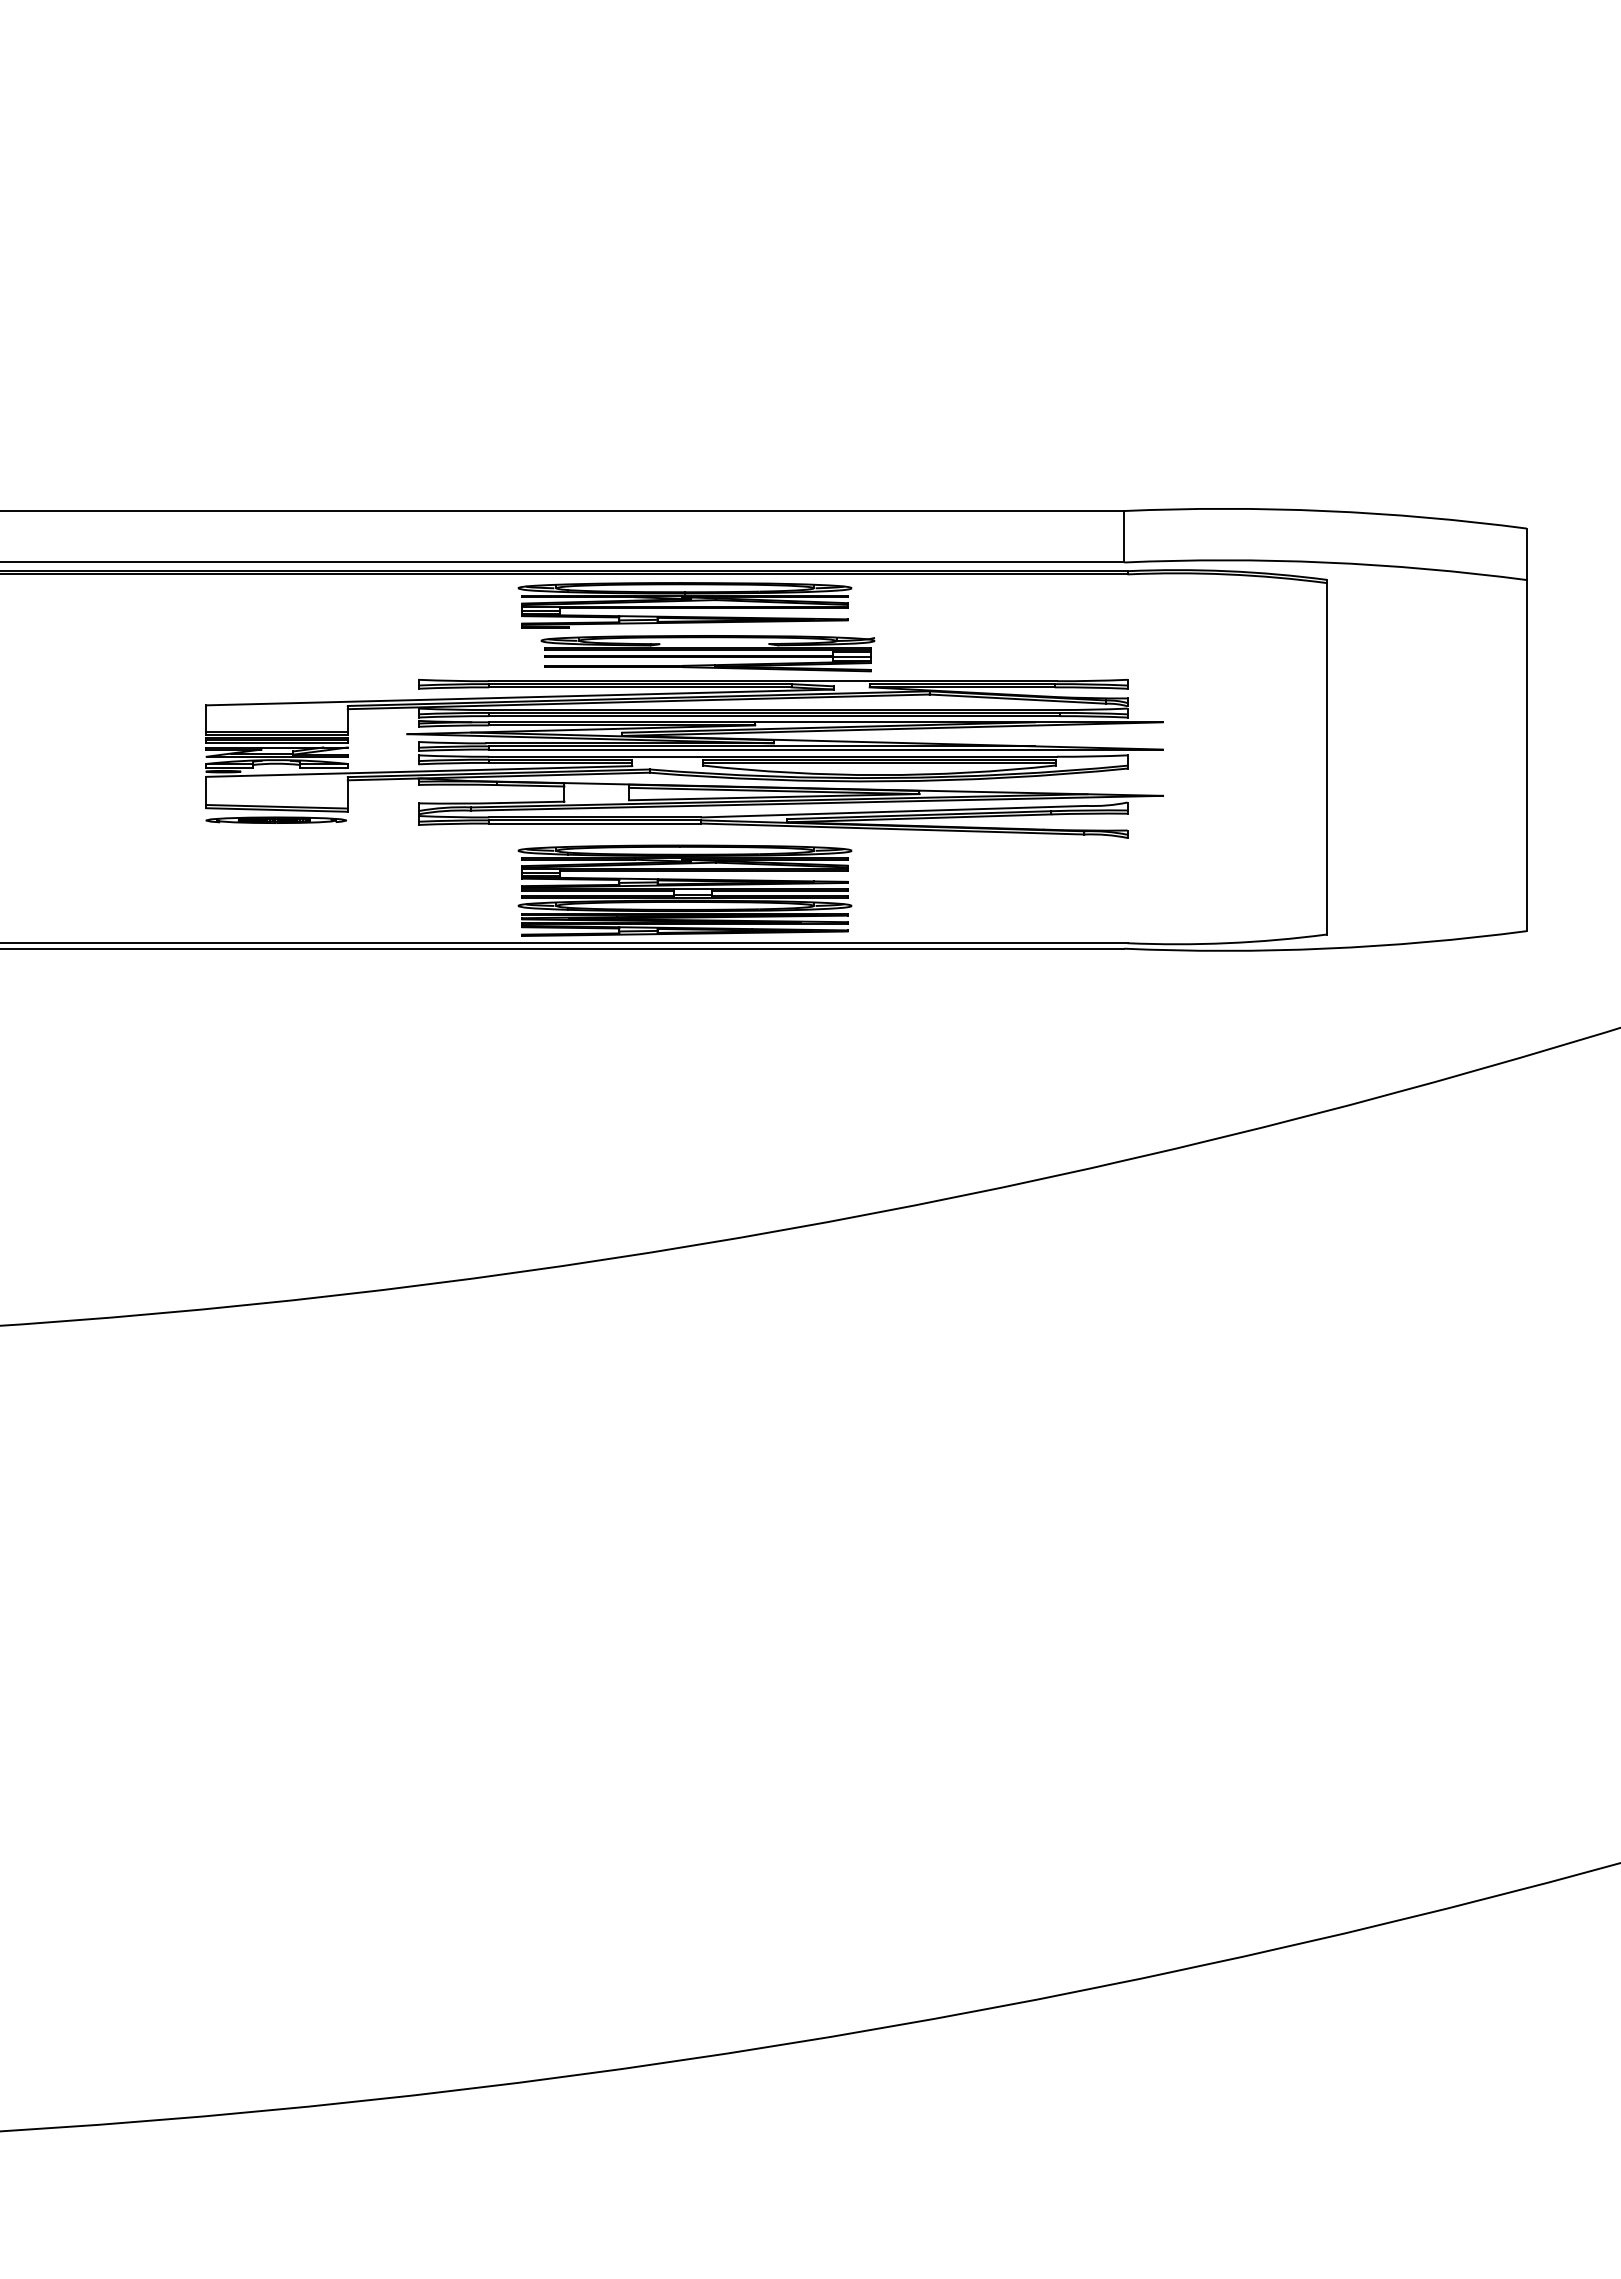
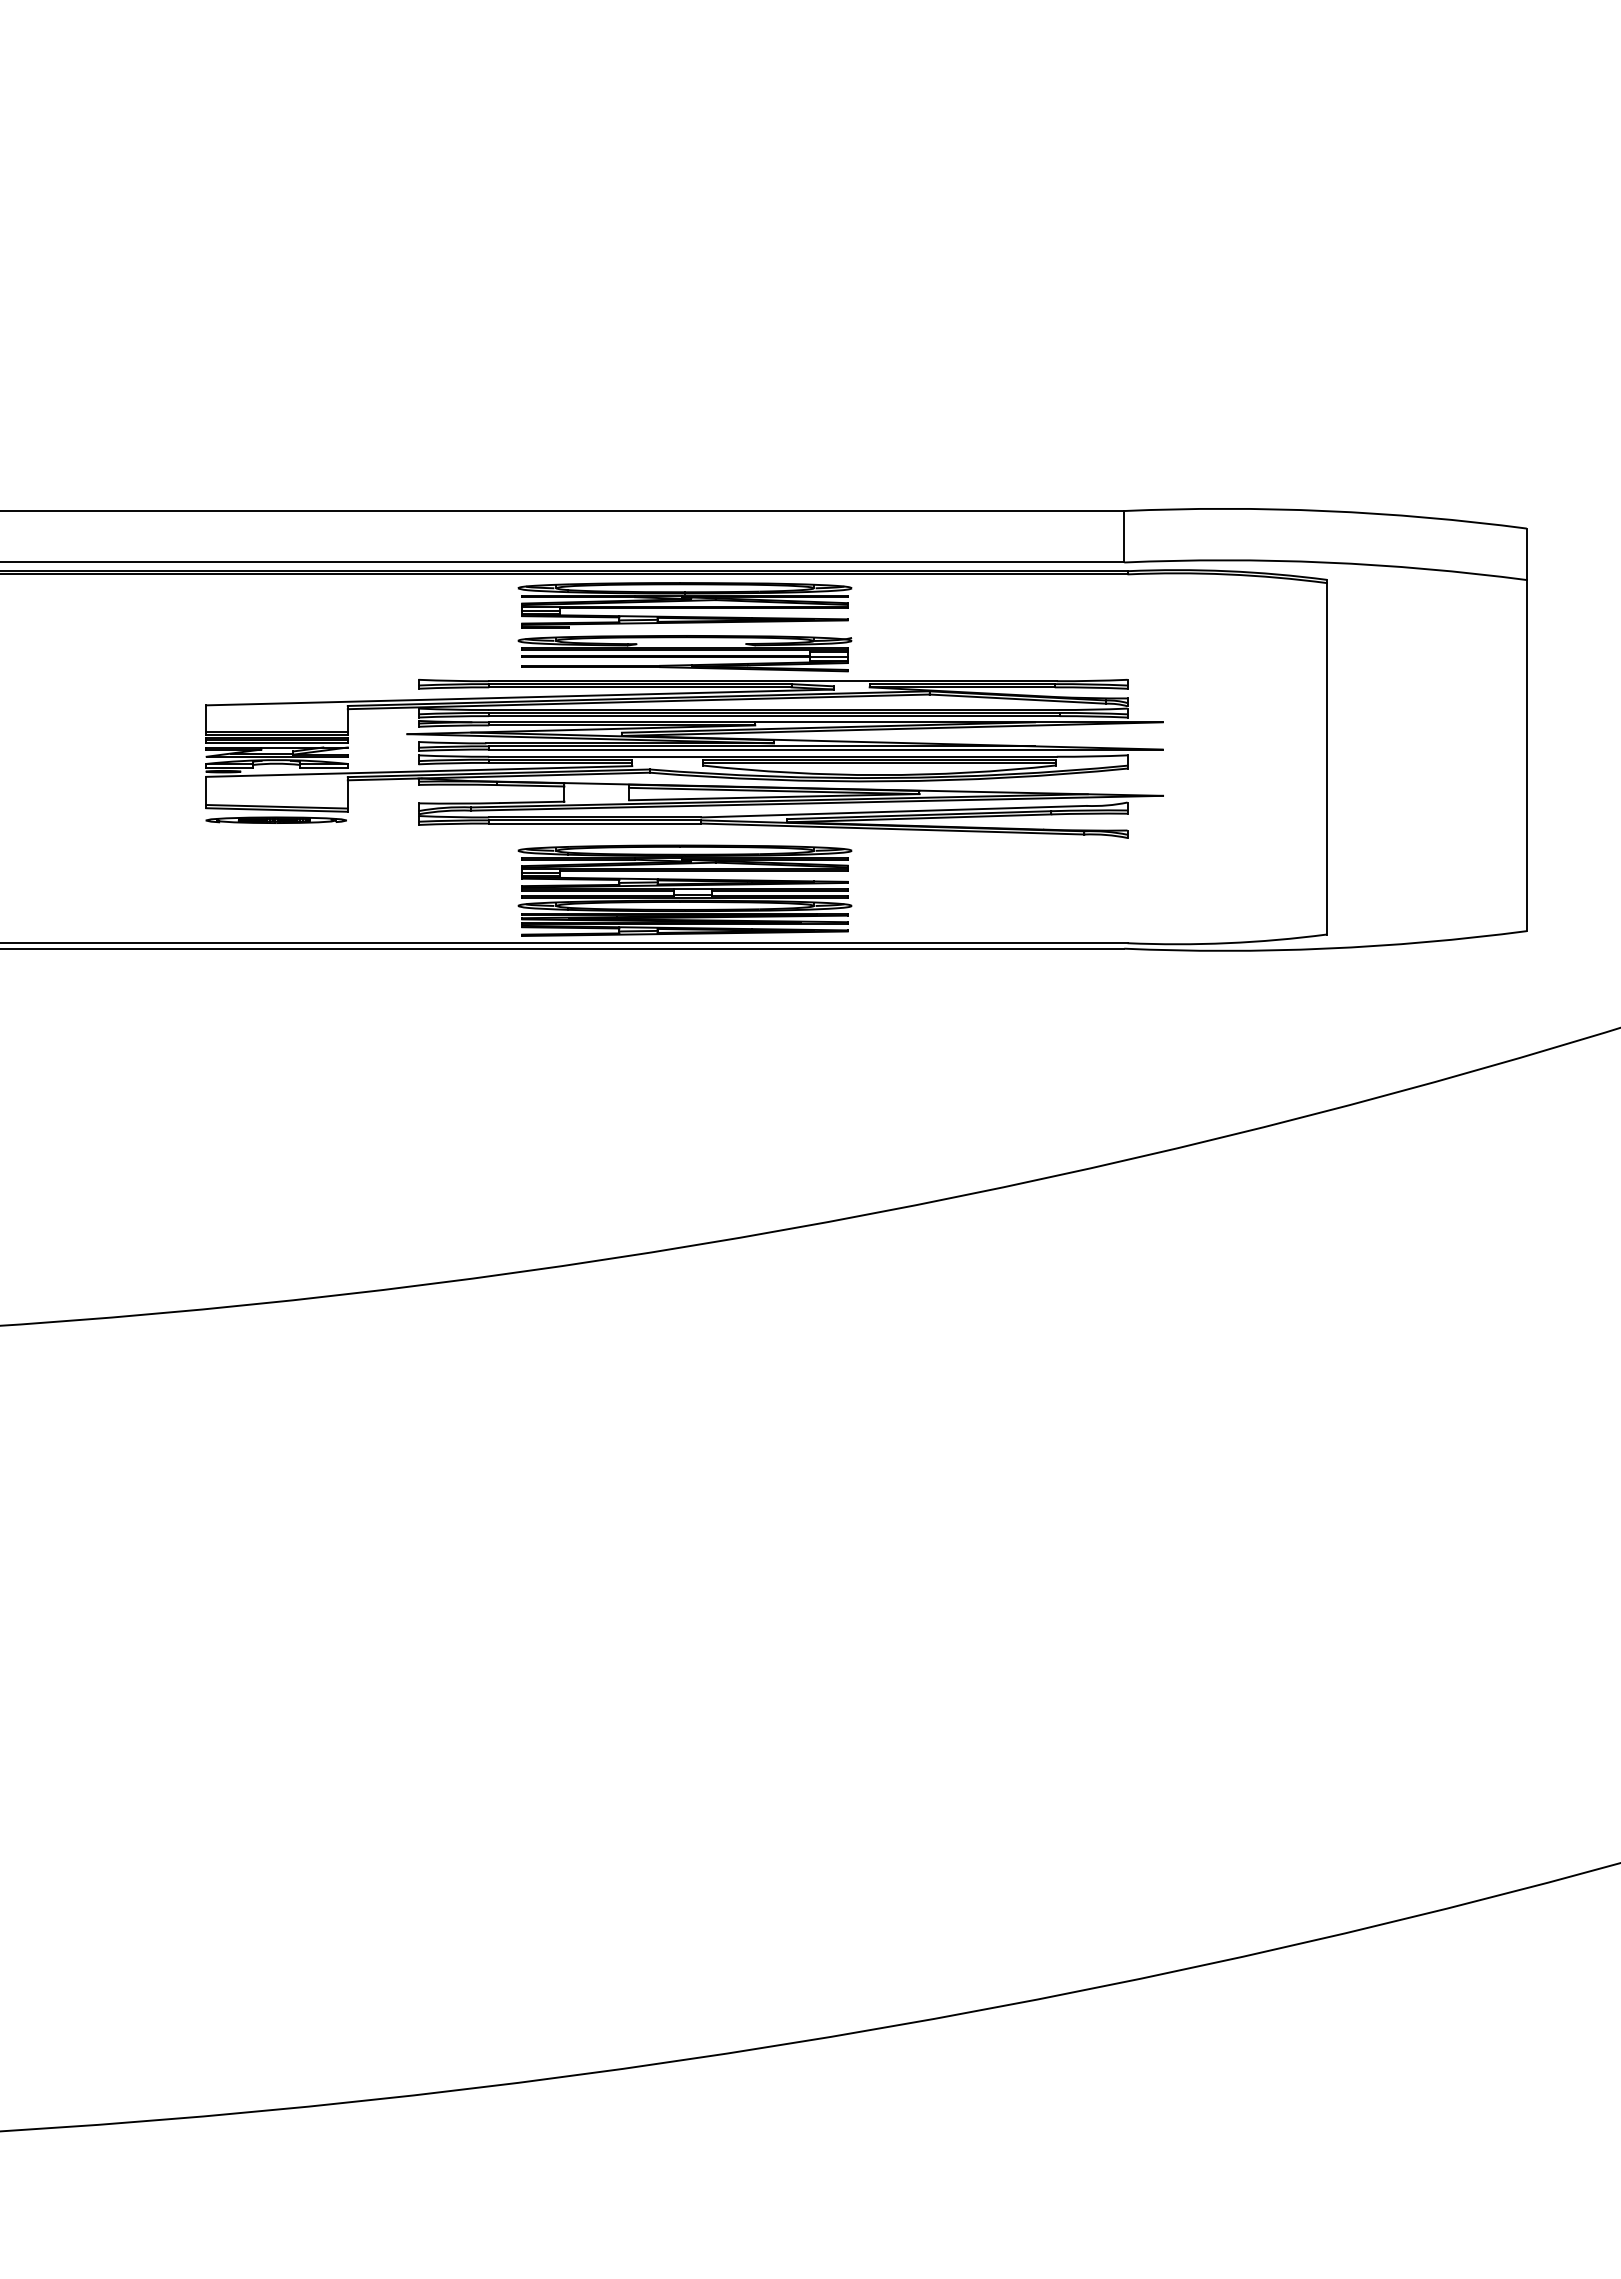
part at (707, 653) position: (707, 653) -> (684, 653)
